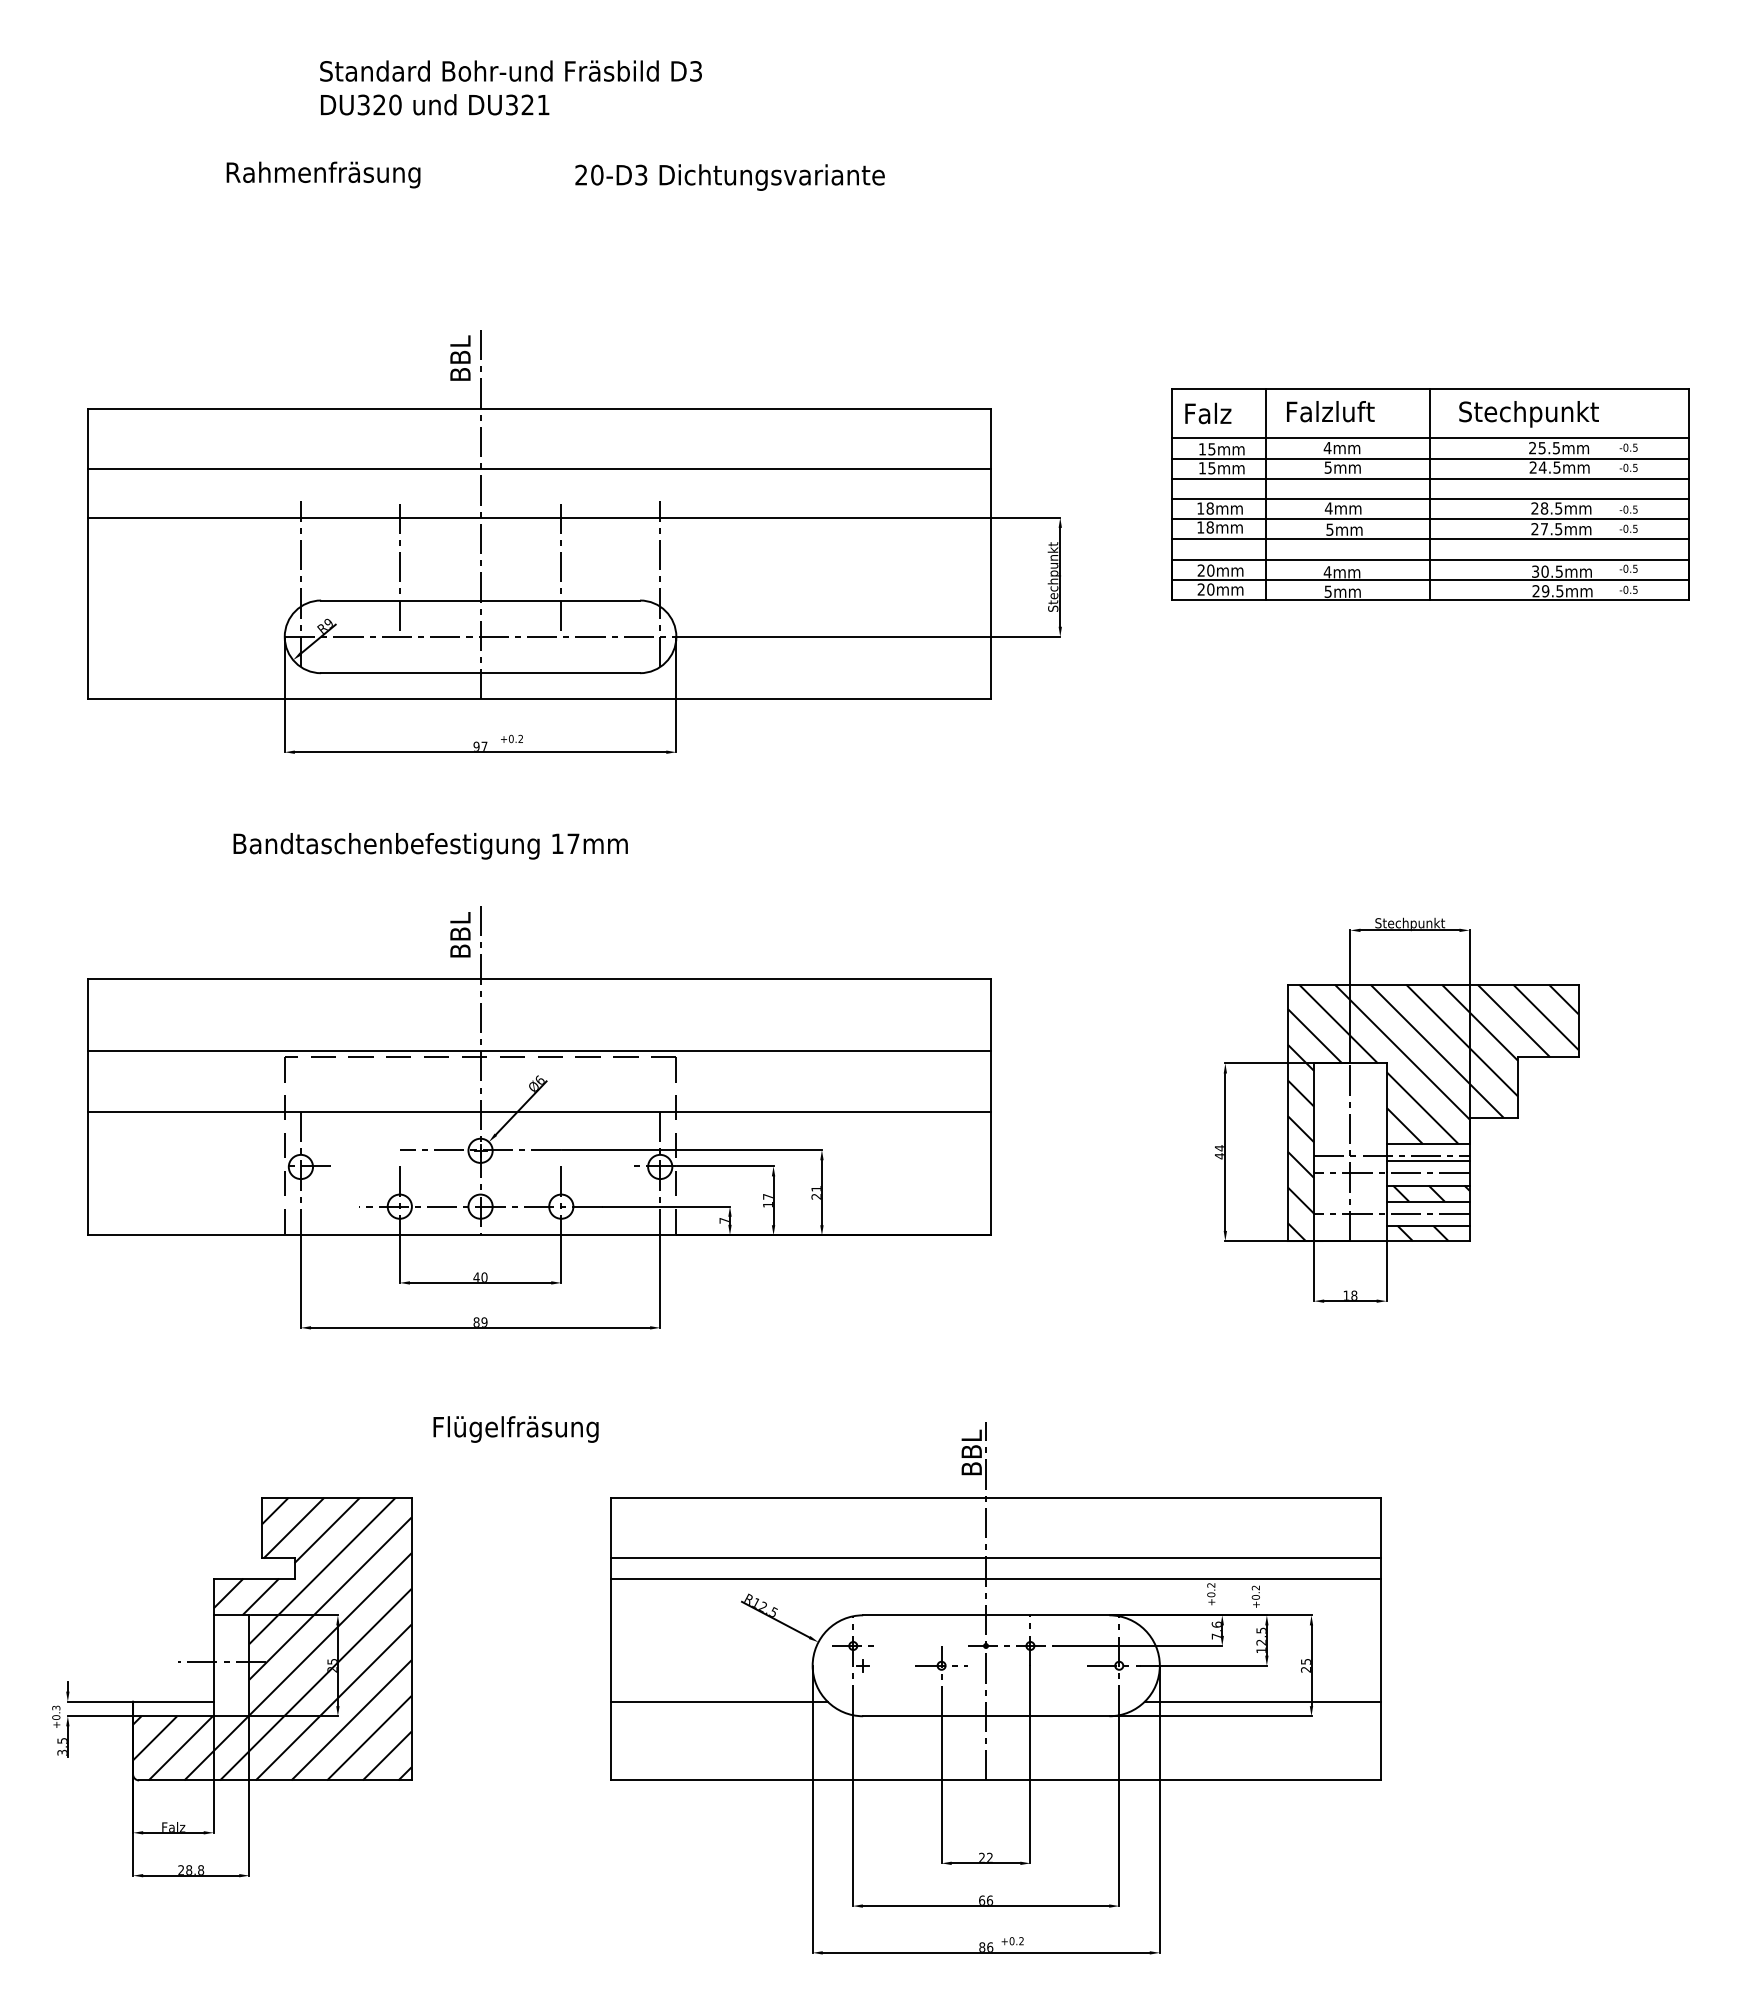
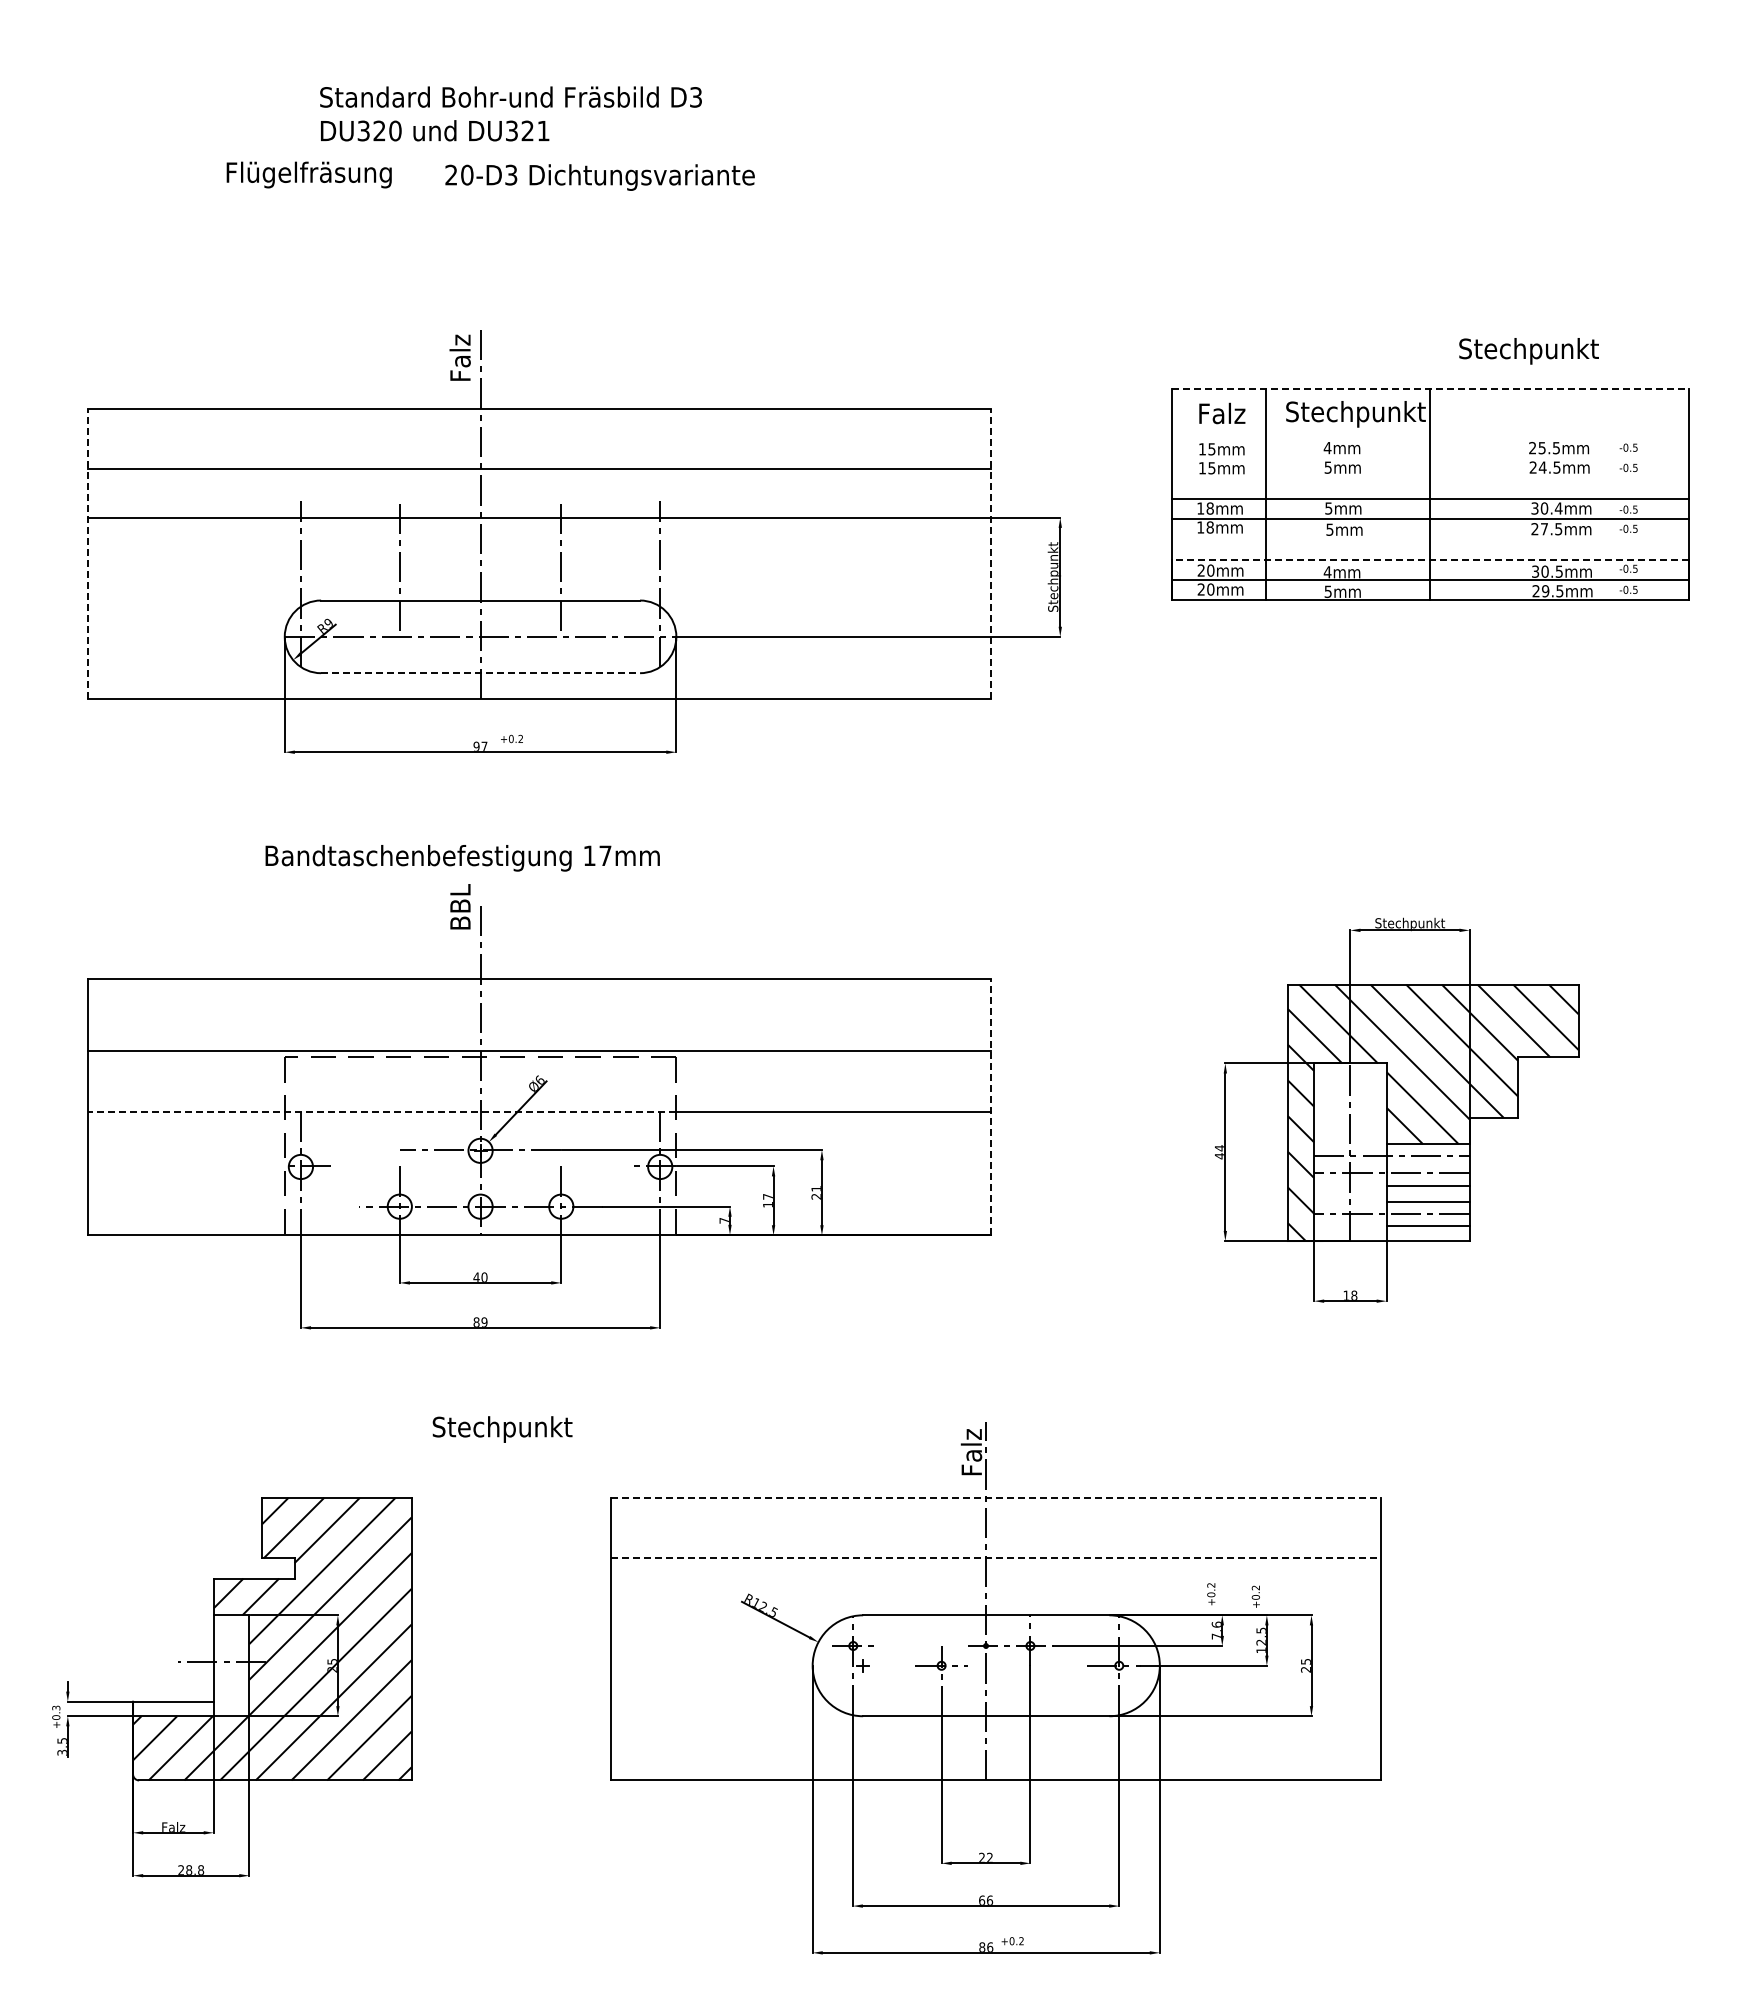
text at (510, 87) position: (510, 87) -> (510, 113)
text at (324, 174): Rahmenfräsung -> Flügelfräsung
text at (729, 177) position: (729, 177) -> (599, 177)
text at (459, 356): BBL -> Falz
line at (1431, 388): solid -> dashed
text at (1208, 413) position: (1208, 413) -> (1222, 413)
text at (1355, 414): Falzluft -> Stechpunkt
text at (1528, 414) position: (1528, 414) -> (1528, 351)
line at (1430, 438): present -> none
line at (1430, 458): present -> none
line at (1430, 478): present -> none
text at (1328, 508): 4mm -> 5mm
text at (1546, 508): 28.5mm -> 30.4mm
line at (1430, 539): present -> none
line at (88, 553): solid -> dashed
line at (991, 553): solid -> dashed
line at (1430, 559): solid -> dashed
line at (481, 673): solid -> dashed
text at (430, 846) position: (430, 846) -> (462, 858)
text at (460, 934) position: (460, 934) -> (460, 906)
line at (991, 1106): solid -> dashed
line at (381, 1111): solid -> dashed
line at (1427, 1161): present -> none
hatch at (1431, 1193): present -> none
hatch at (1433, 1233): present -> none
text at (515, 1429): Flügelfräsung -> Stechpunkt
text at (971, 1450): BBL -> Falz
line at (996, 1497): solid -> dashed
line at (996, 1558): solid -> dashed
line at (995, 1578): present -> none
line at (718, 1701): present -> none
line at (1262, 1701): present -> none
